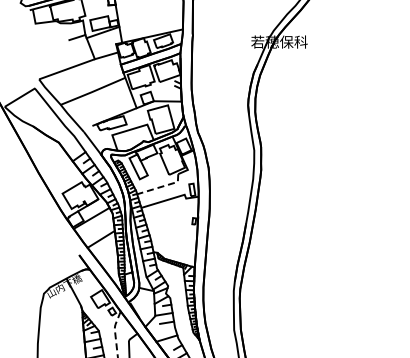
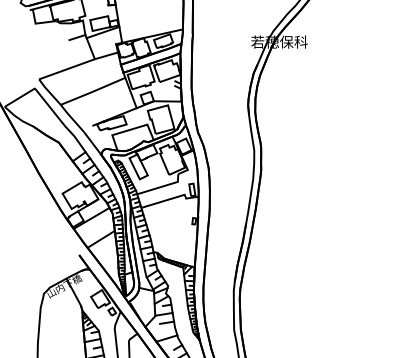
line at (161, 186): dashed -> solid
line at (115, 333): dashed -> solid
